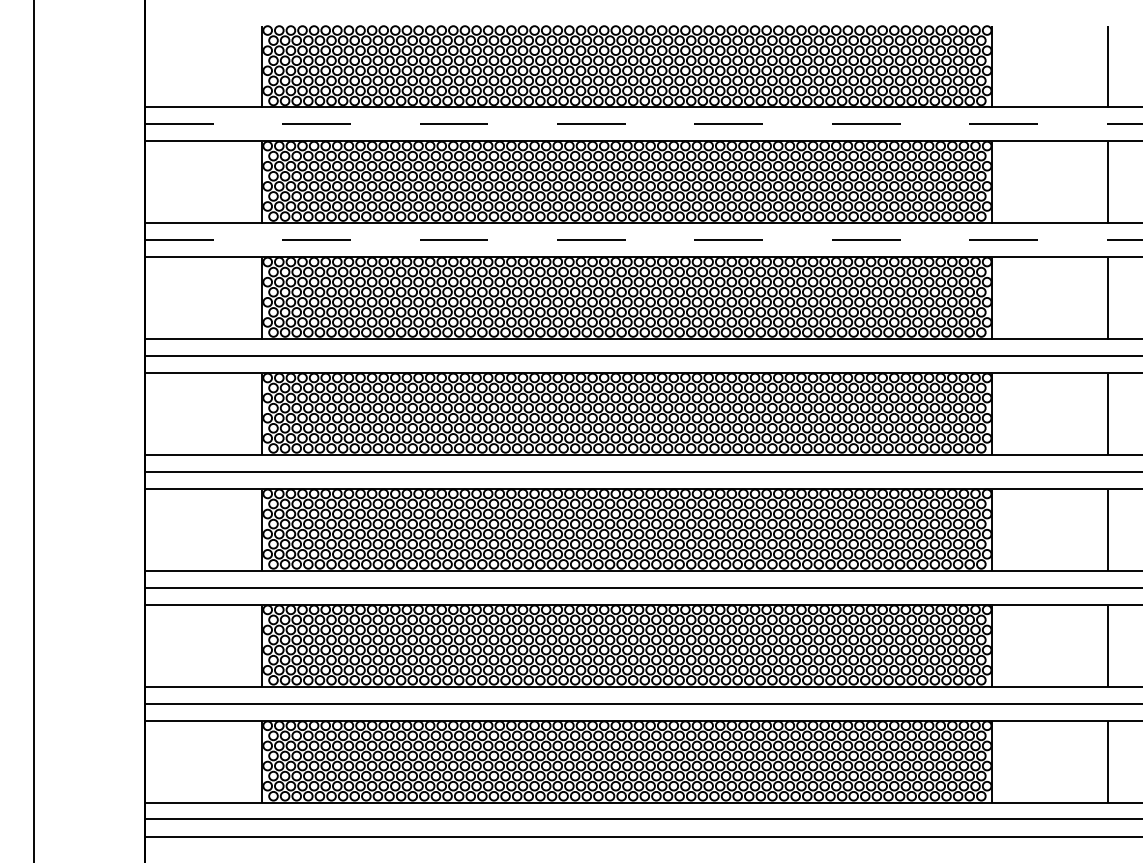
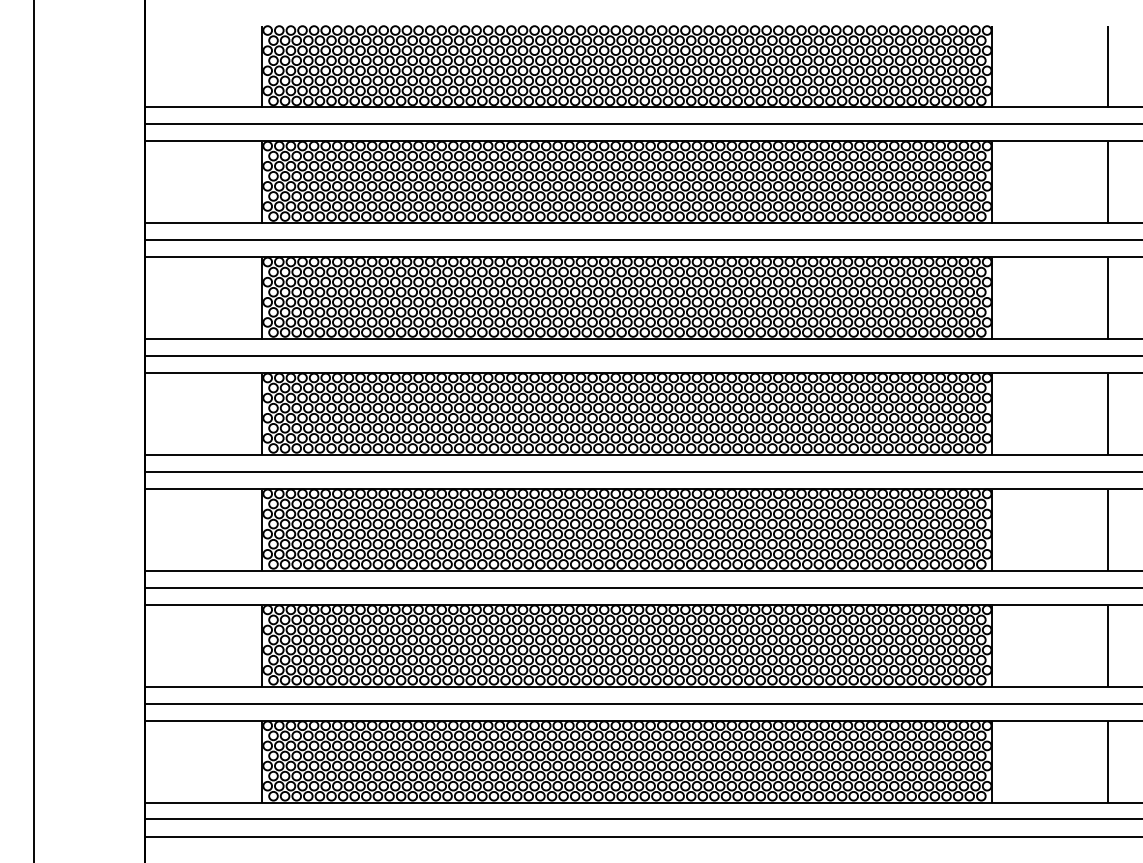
line at (643, 124): dashed -> solid
line at (643, 239): dashed -> solid
